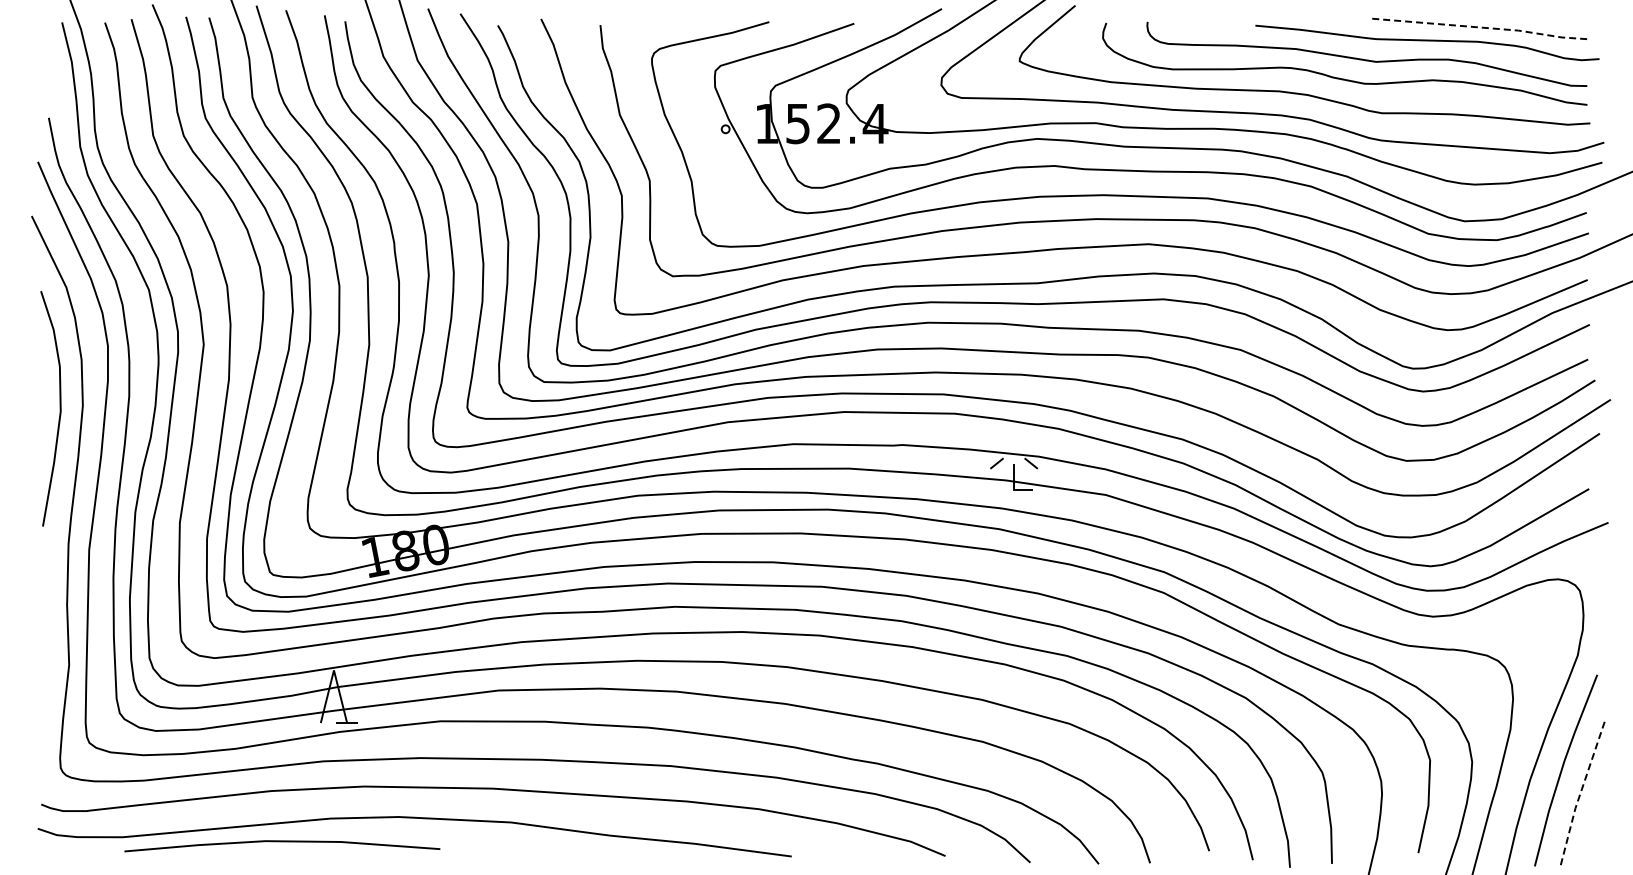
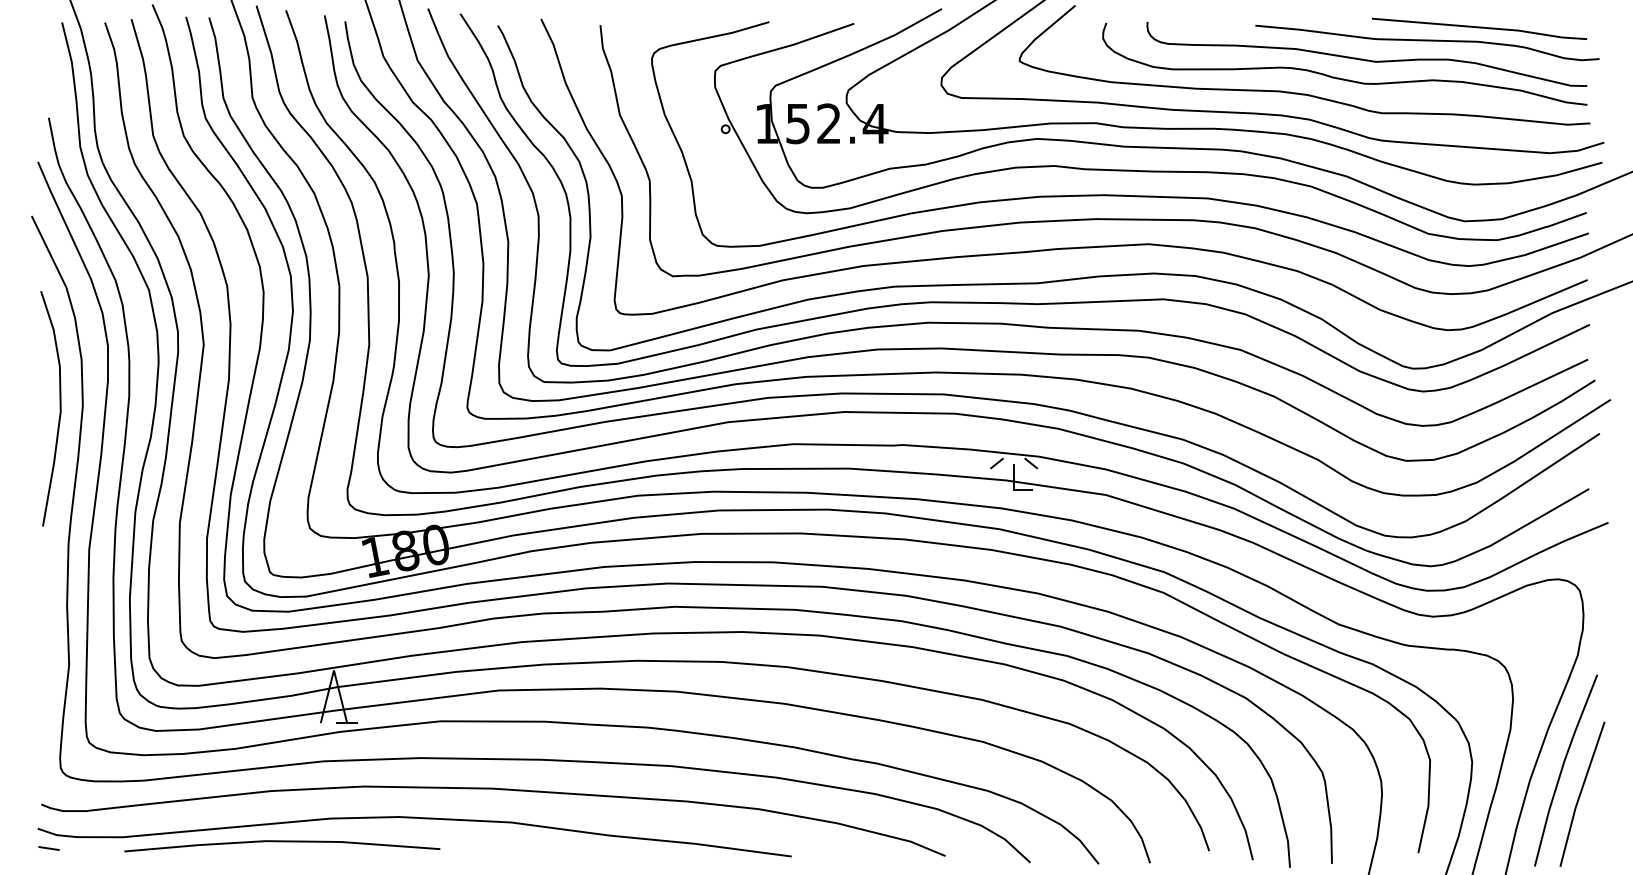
line at (1481, 27): dashed -> solid
line at (1580, 794): dashed -> solid
line at (48, 848): none -> present
